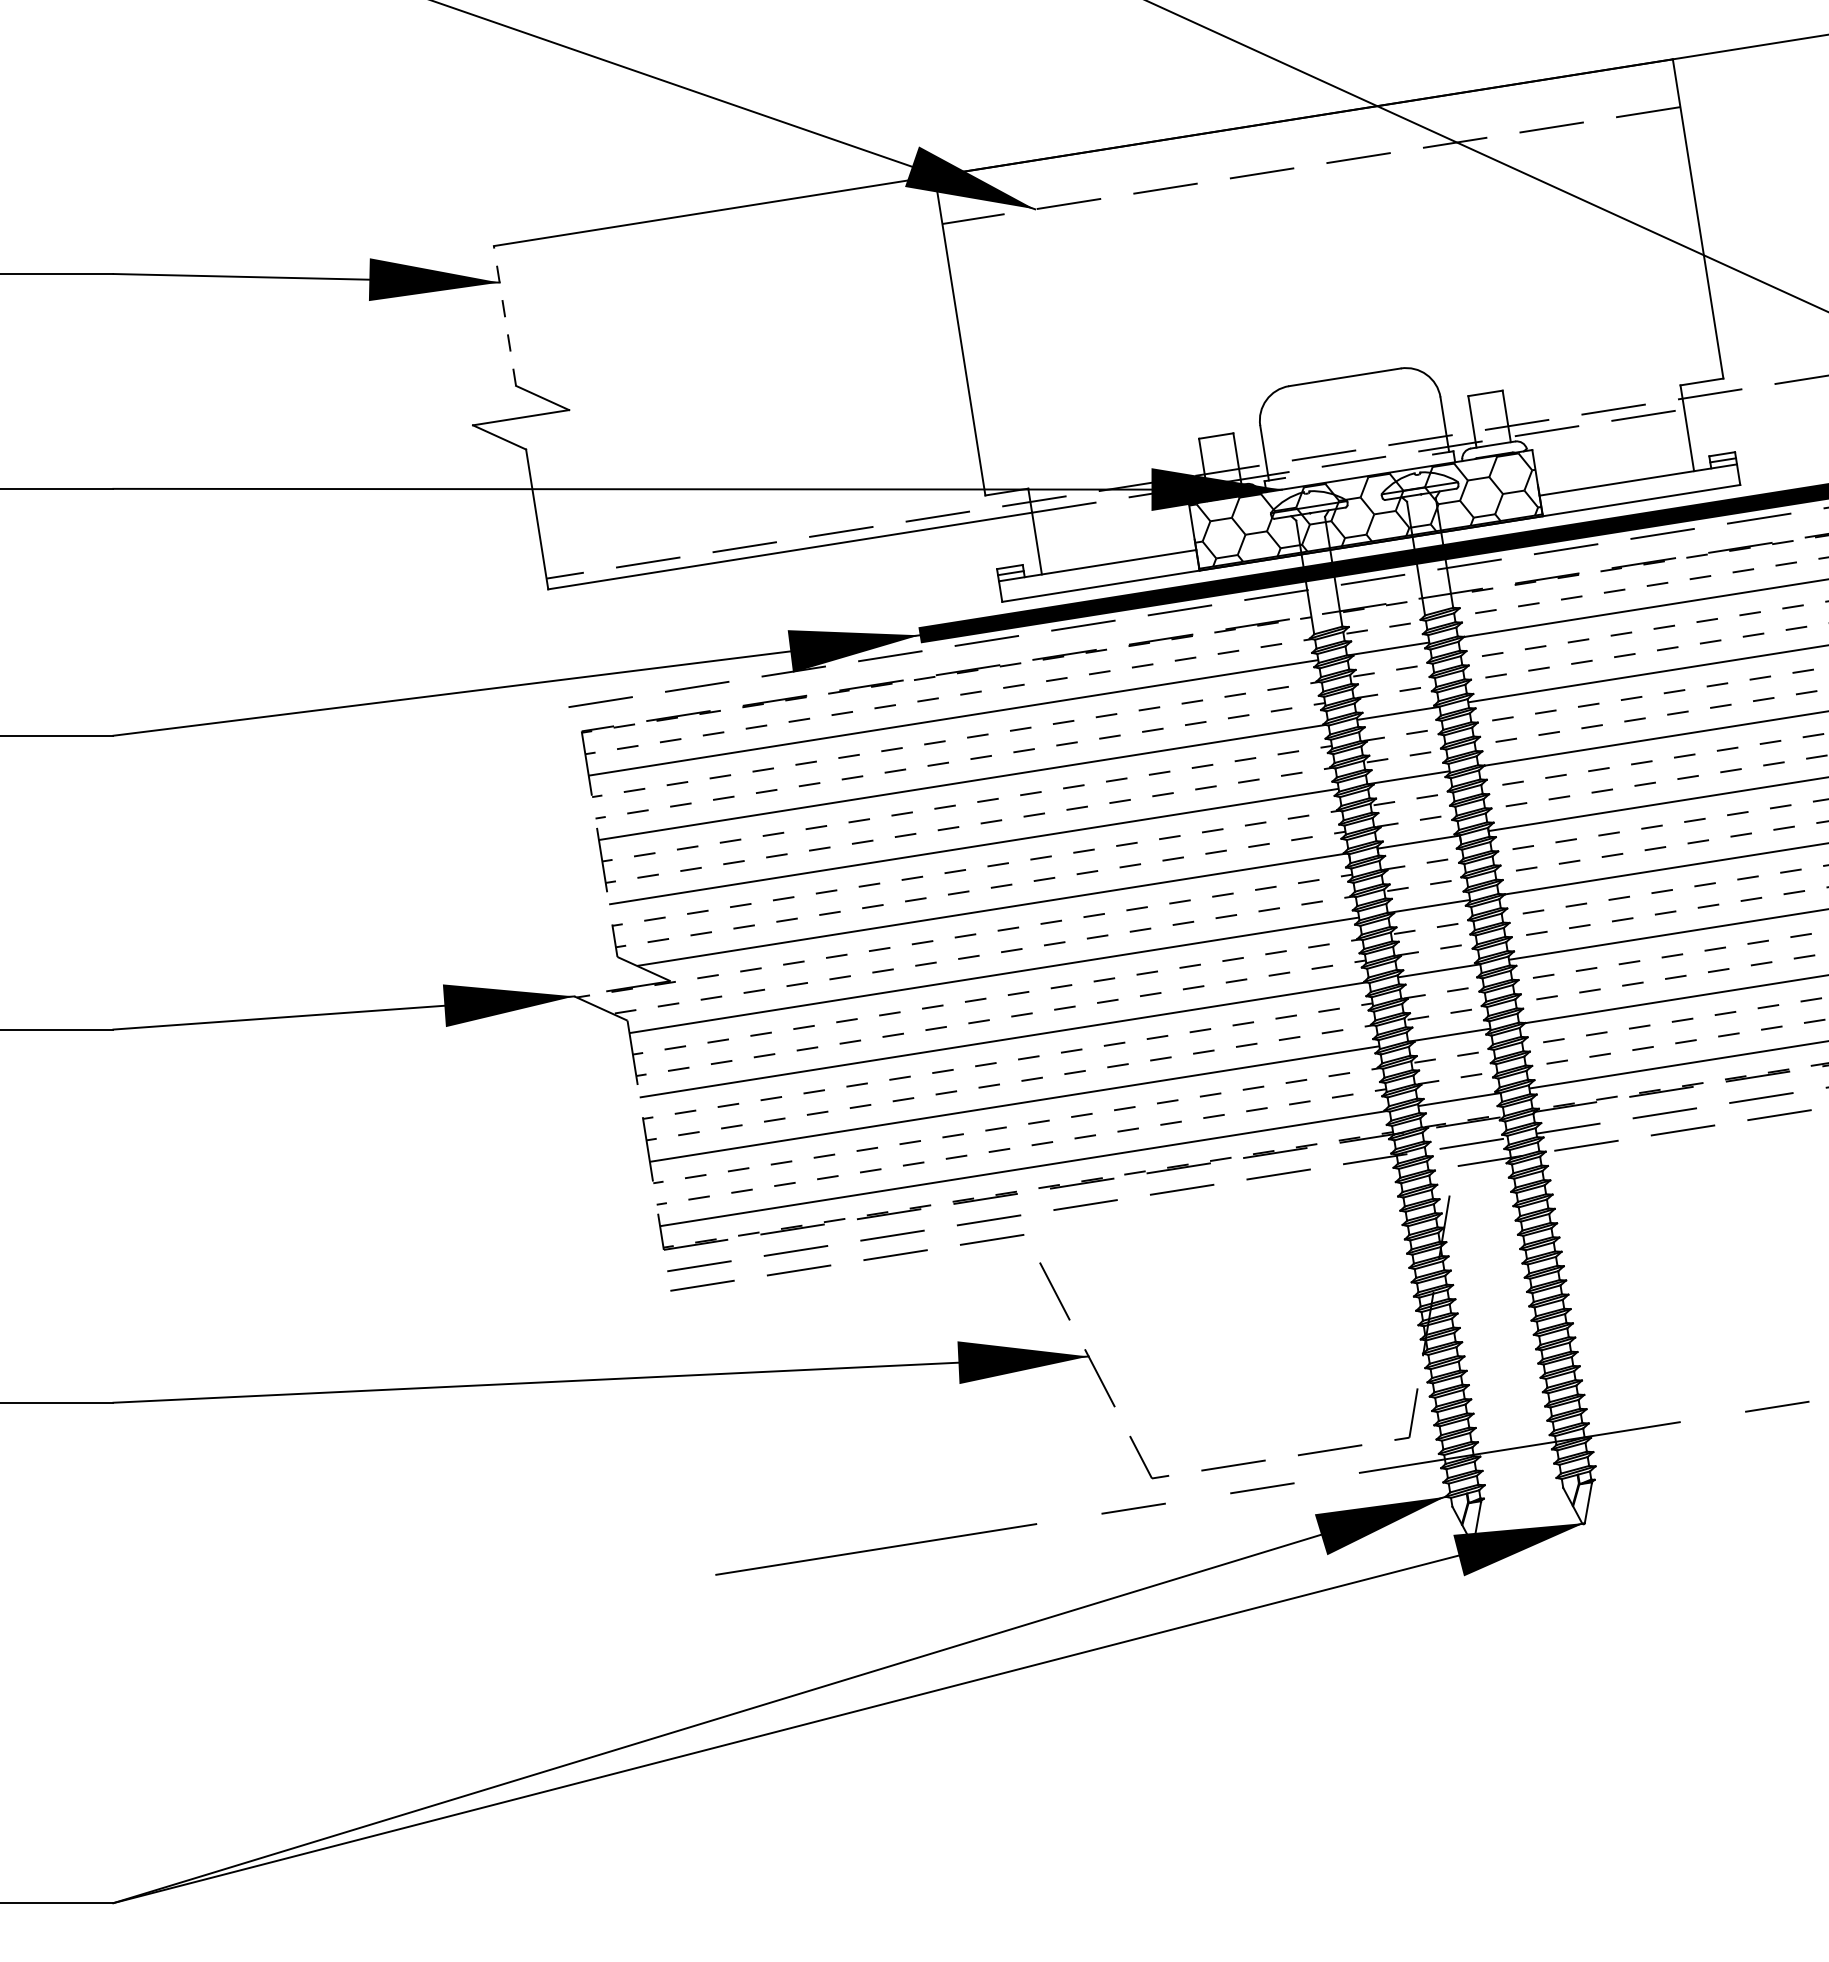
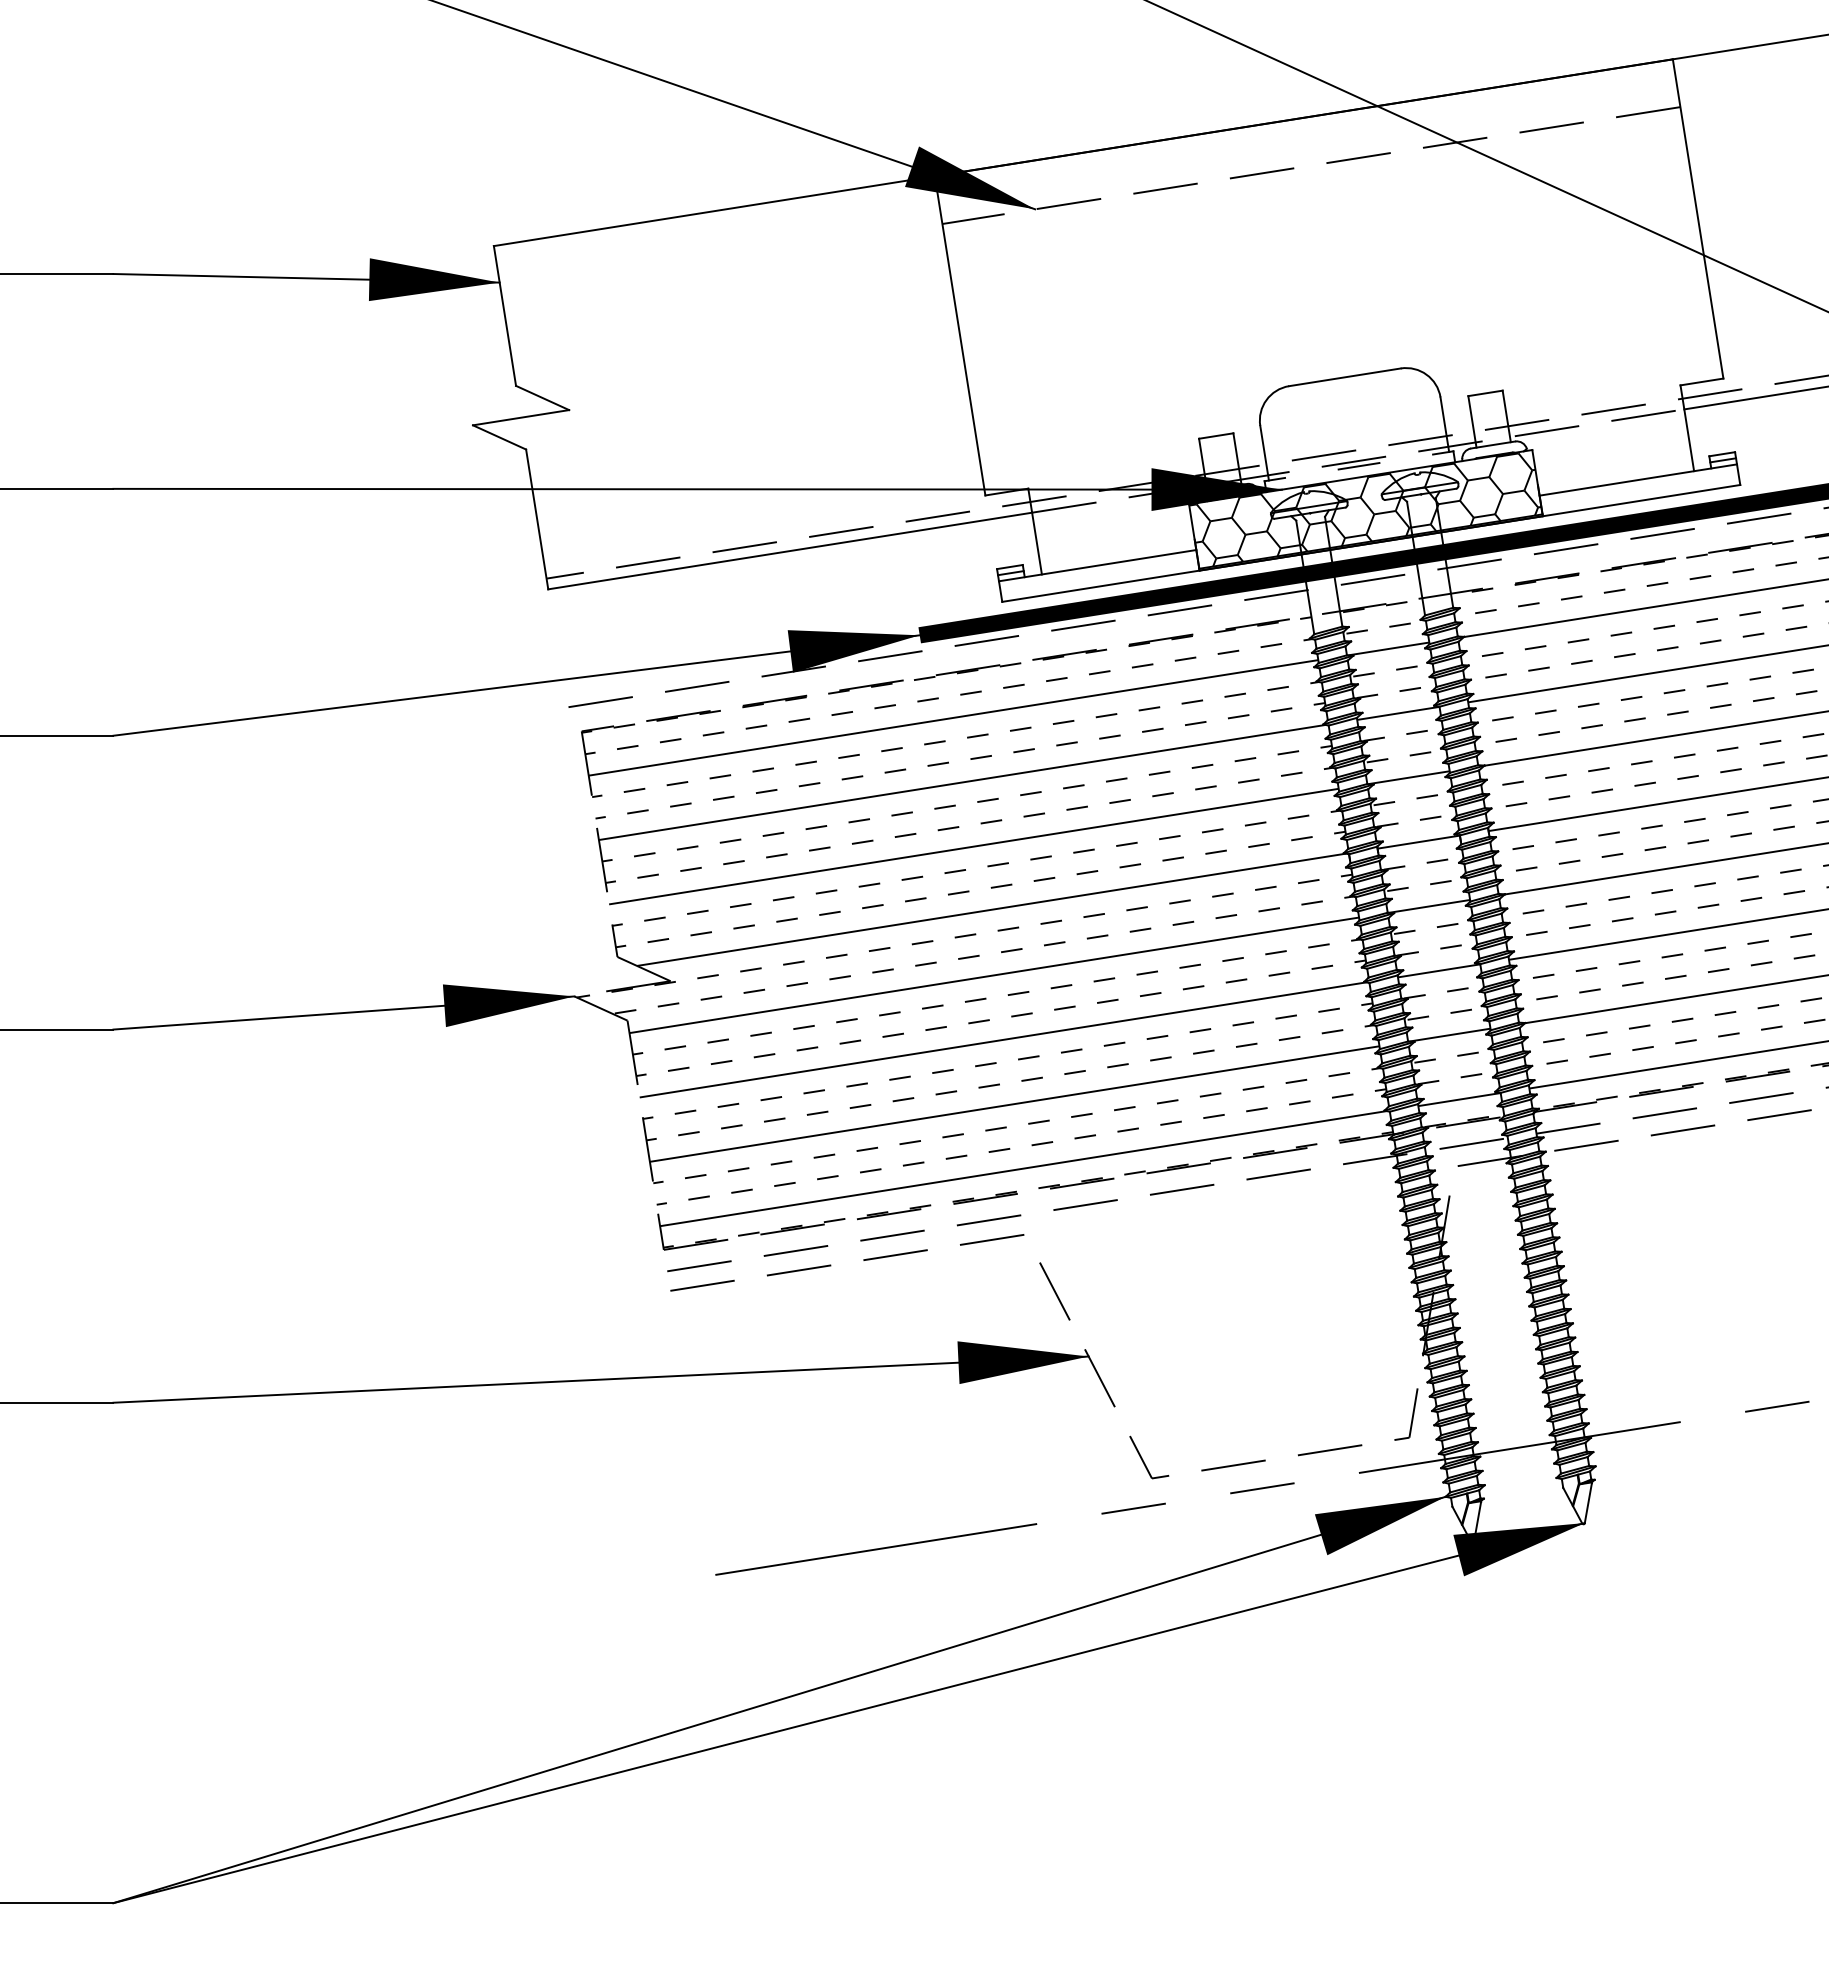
line at (504, 315): dashed -> solid
line at (1754, 398): none -> present
line at (1358, 466): none -> present
